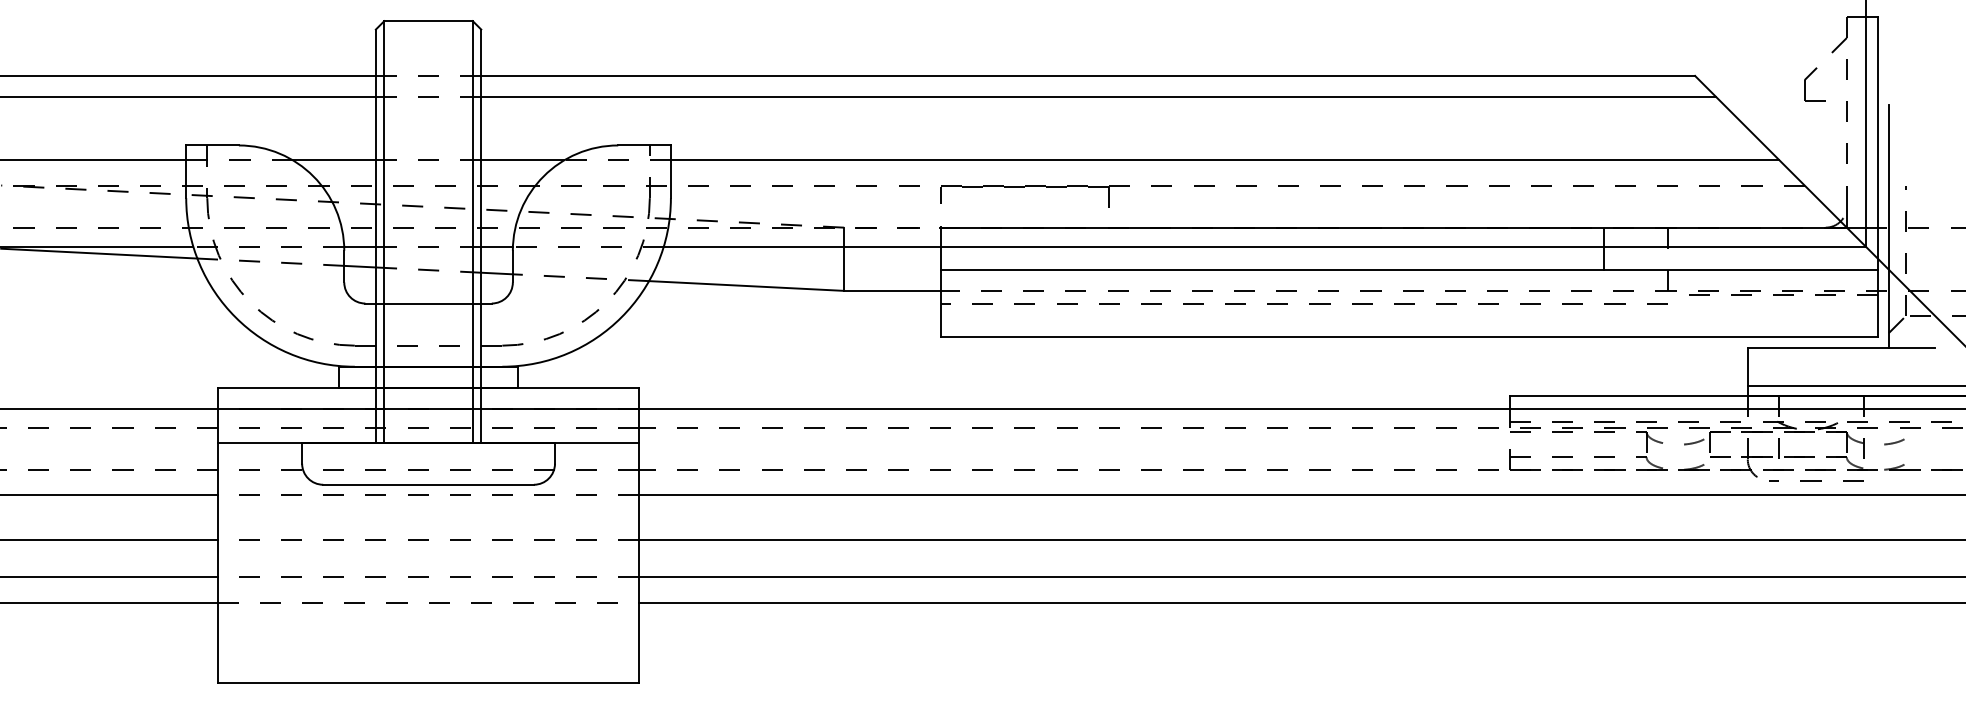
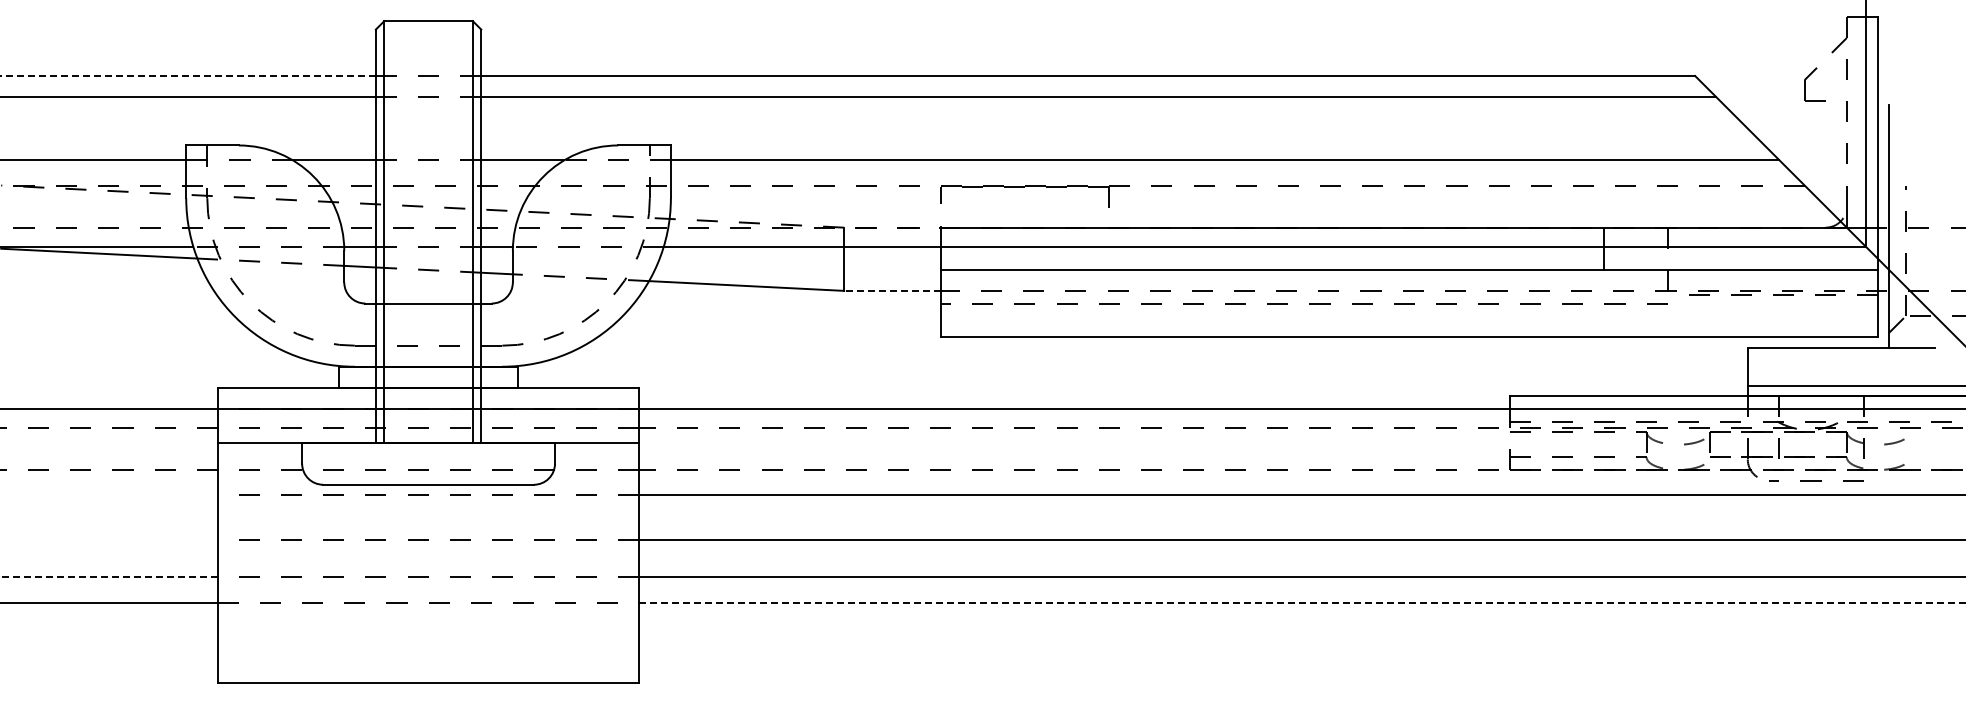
line at (187, 75): solid -> dashed
line at (891, 290): solid -> dashed
line at (109, 495): present -> none
line at (109, 539): present -> none
line at (108, 577): solid -> dashed
line at (1303, 602): solid -> dashed
